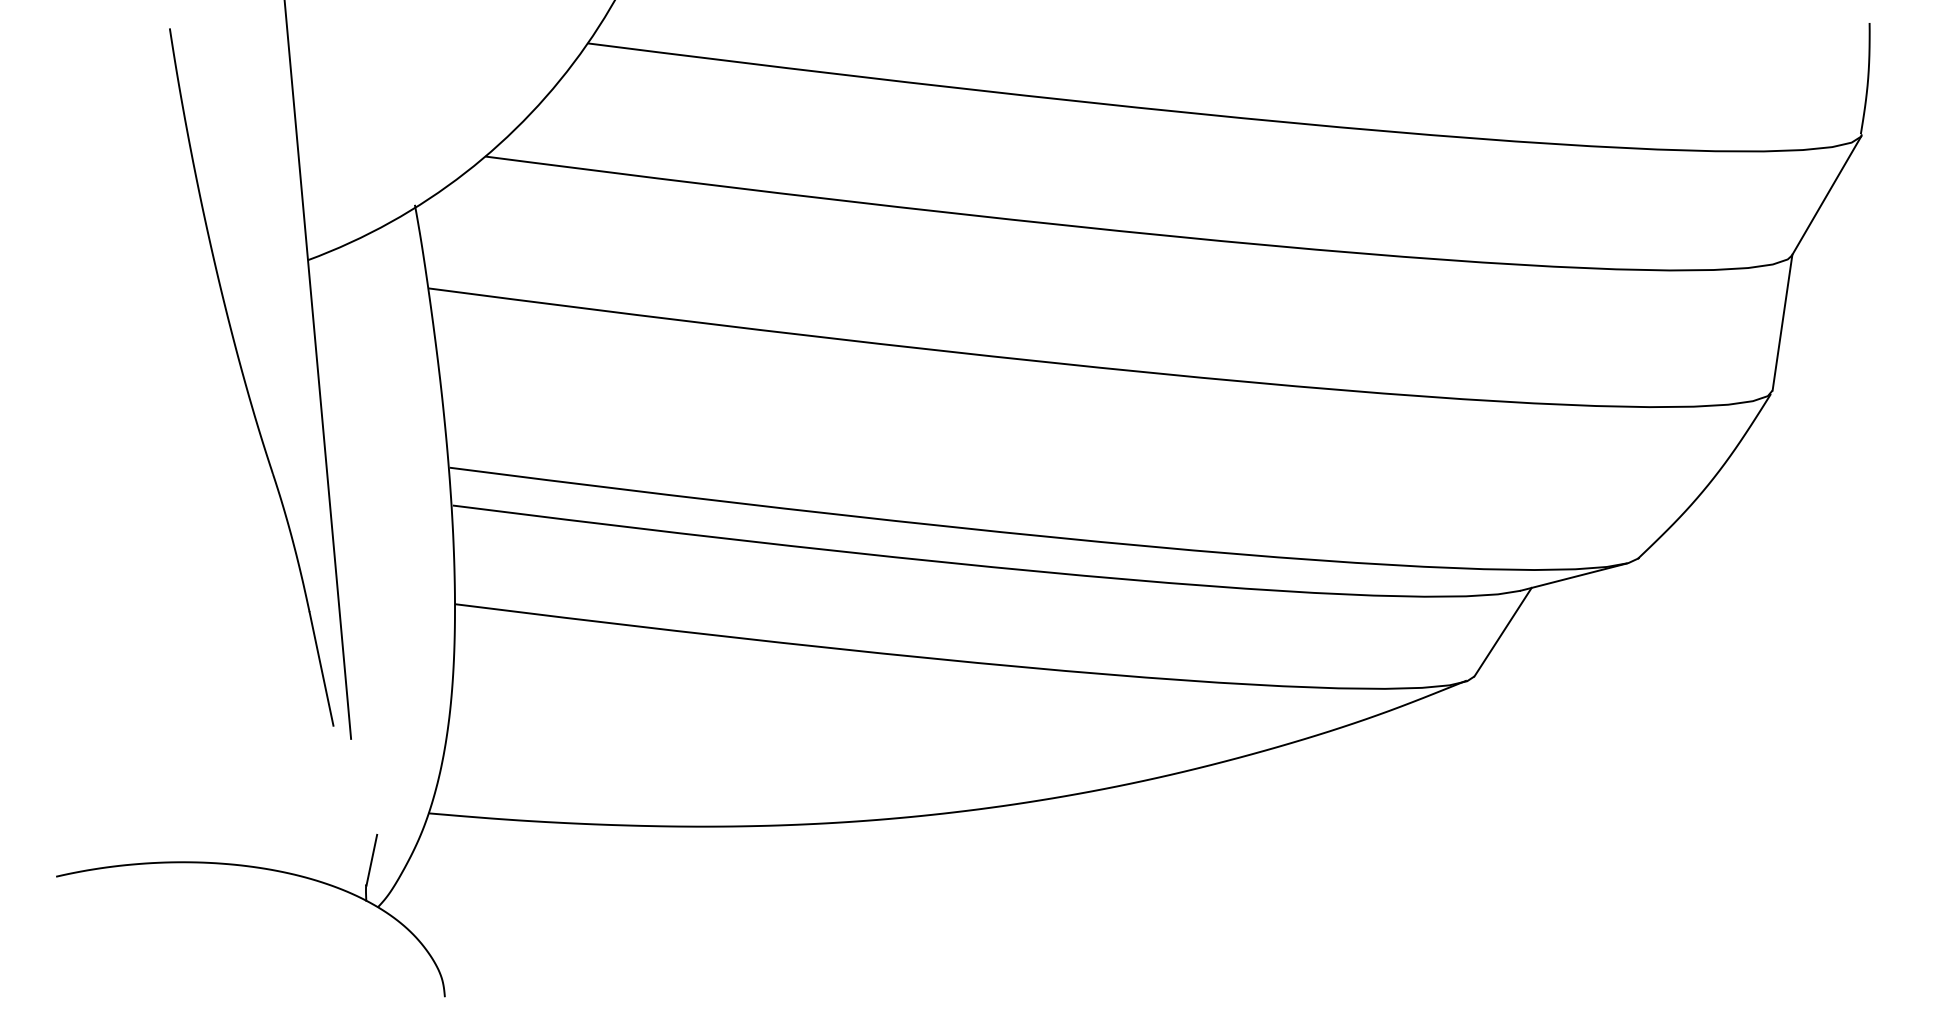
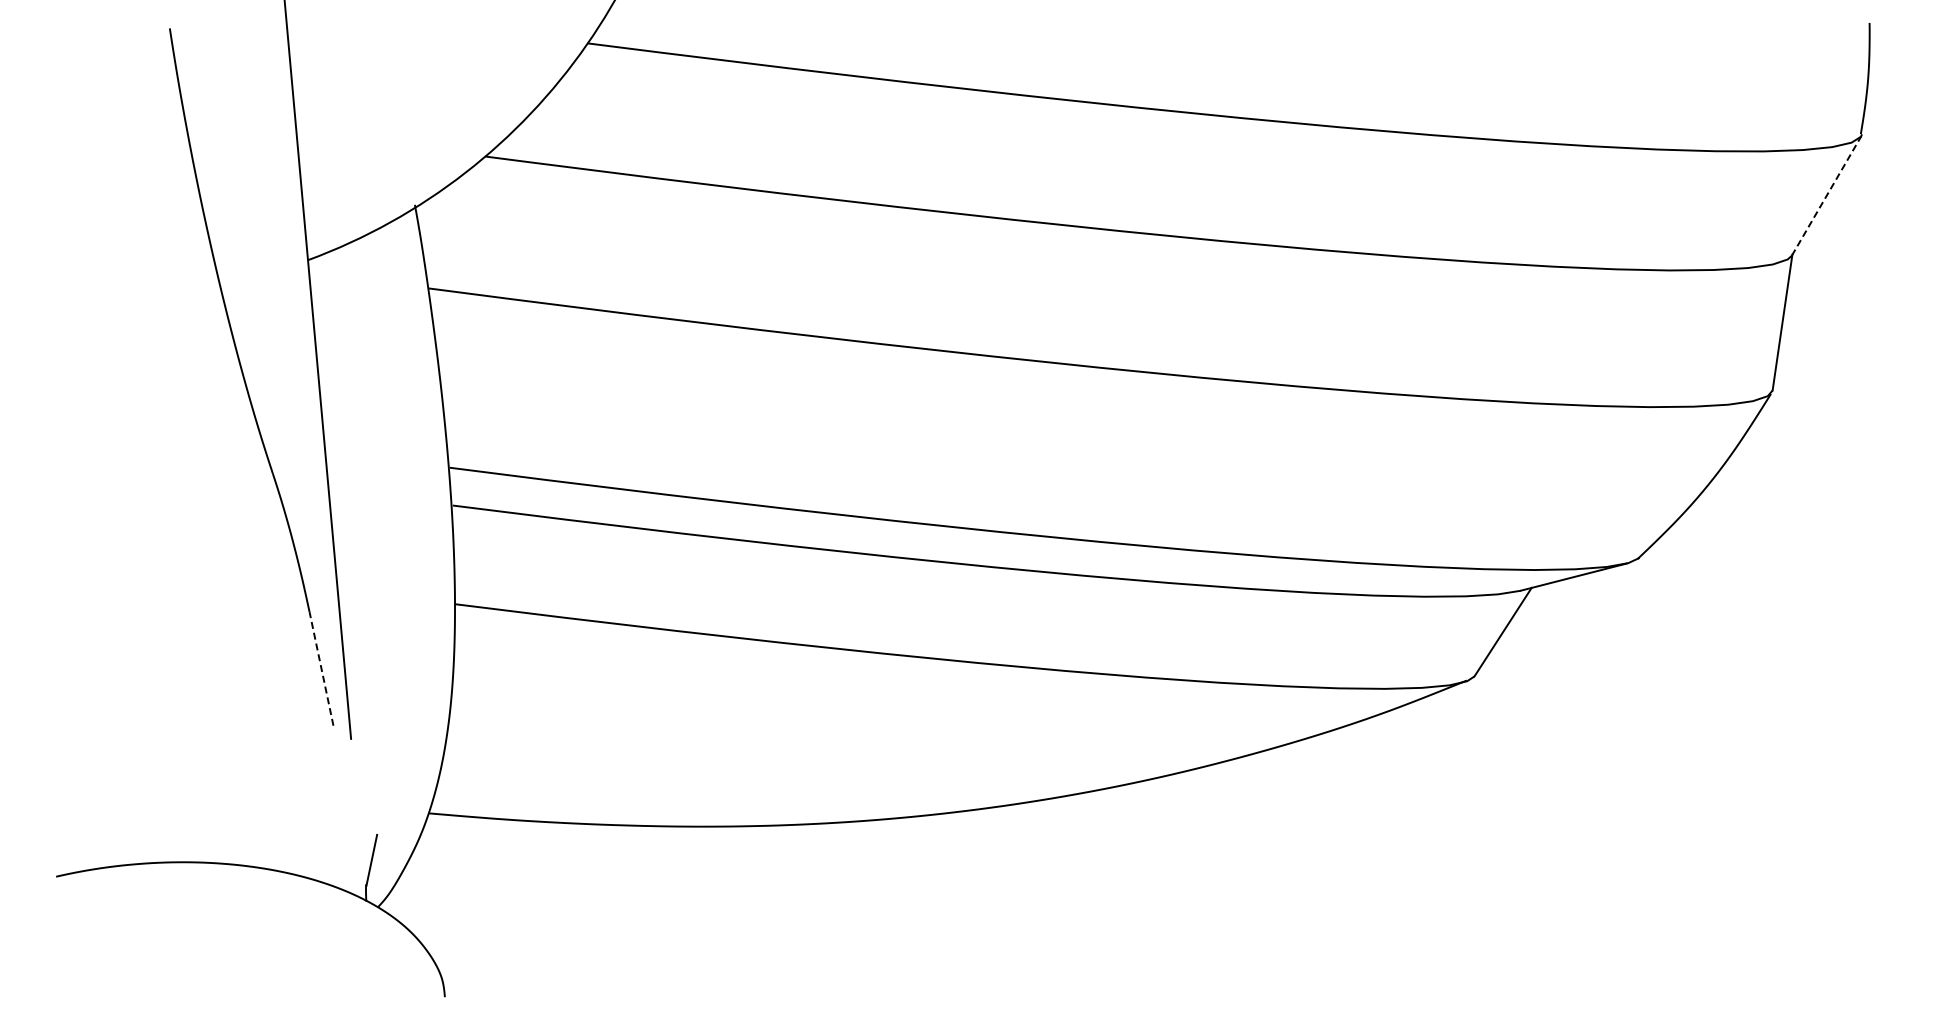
line at (1826, 195): solid -> dashed
line at (321, 668): solid -> dashed
